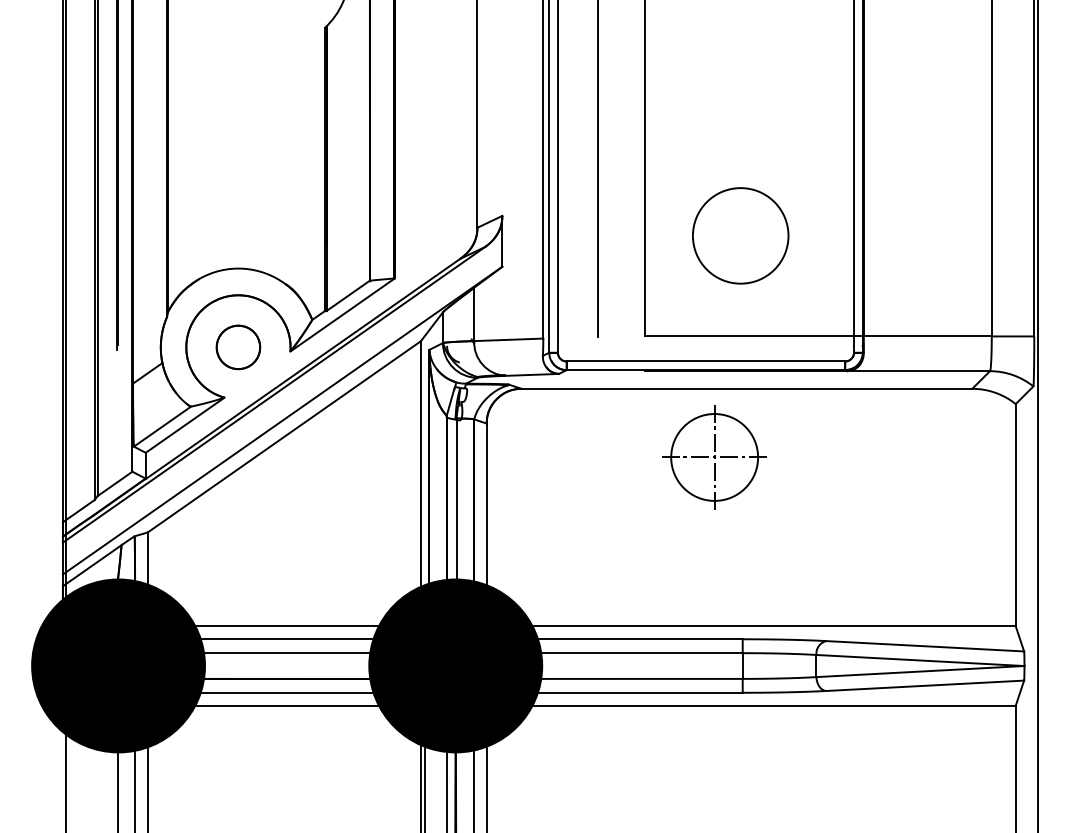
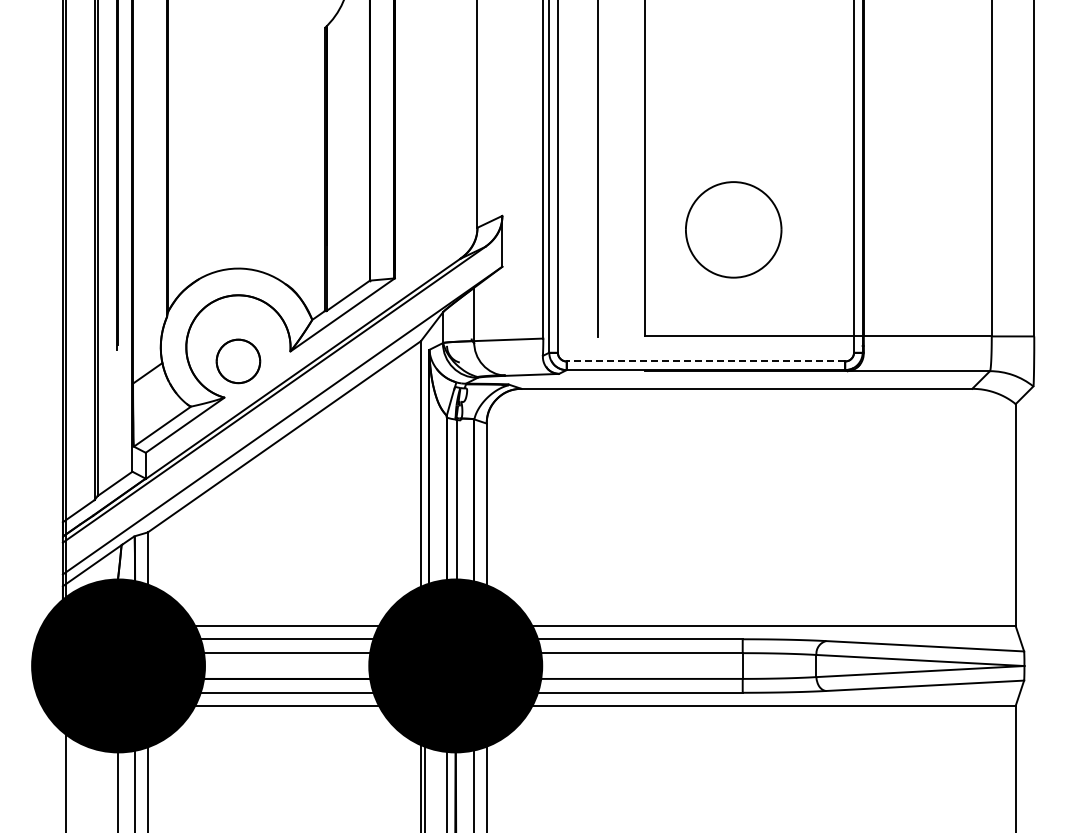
part at (740, 235) position: (740, 235) -> (733, 229)
part at (238, 347) position: (238, 347) -> (238, 361)
line at (705, 361): solid -> dashed
line at (1037, 415): present -> none
part at (714, 457): present -> none
